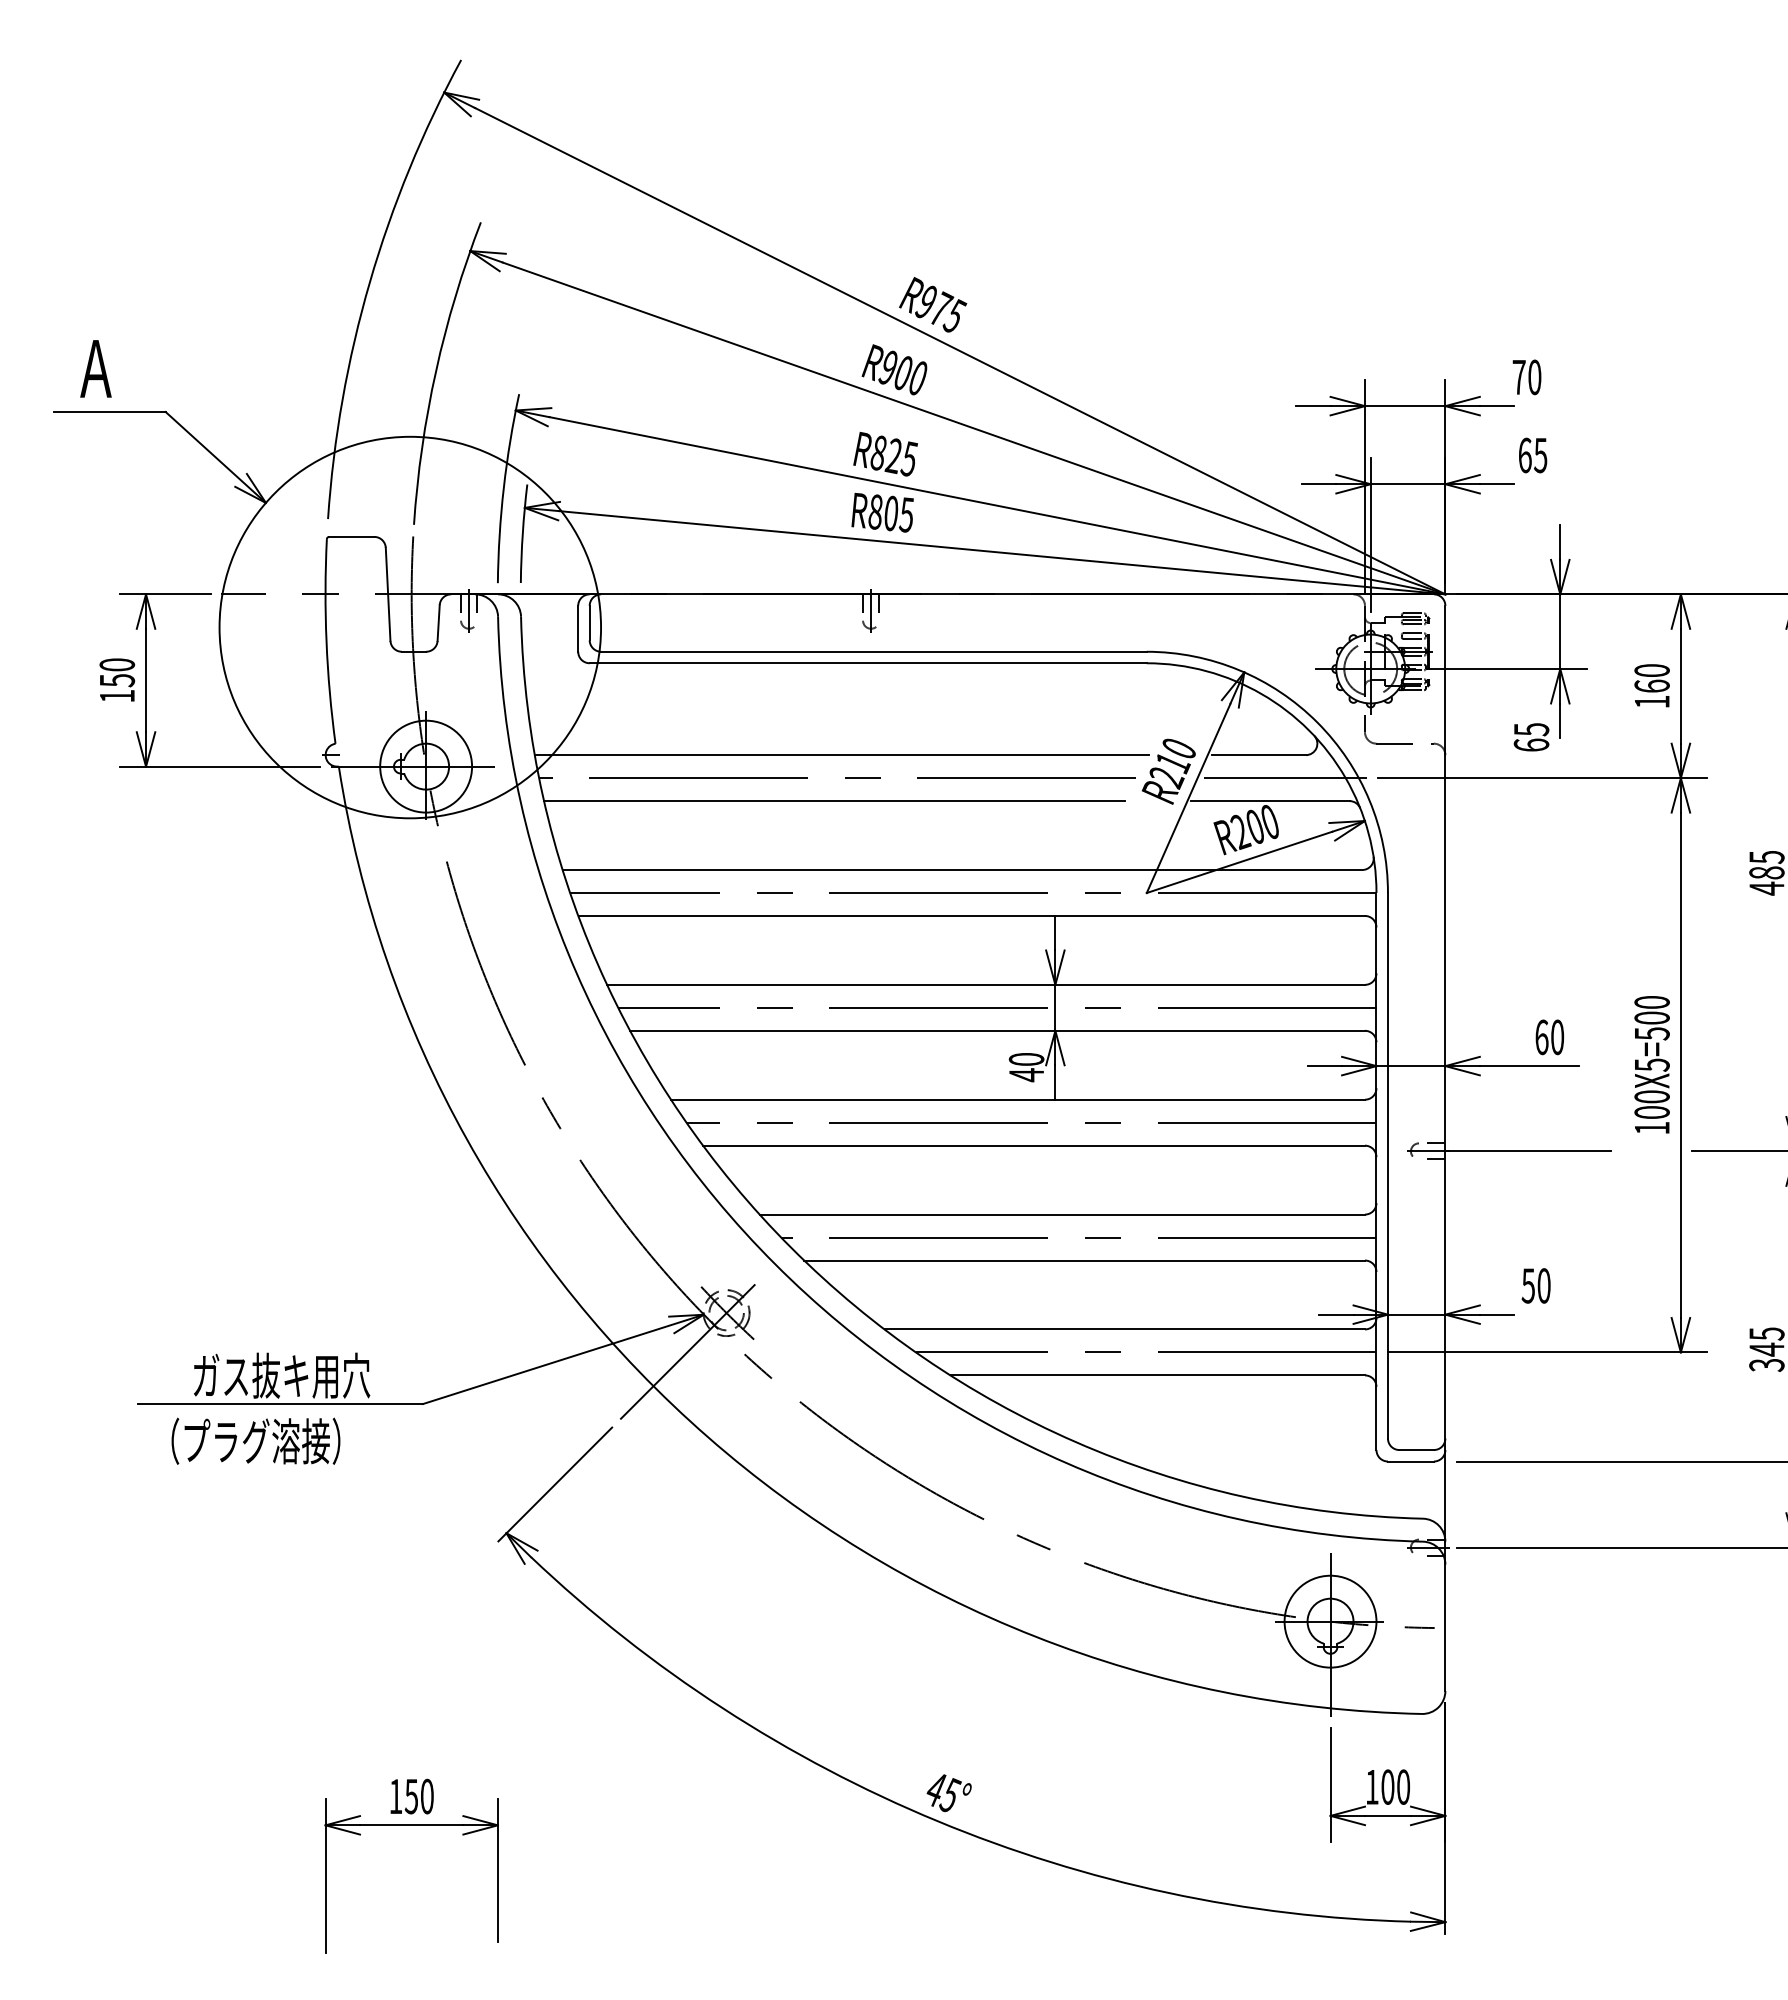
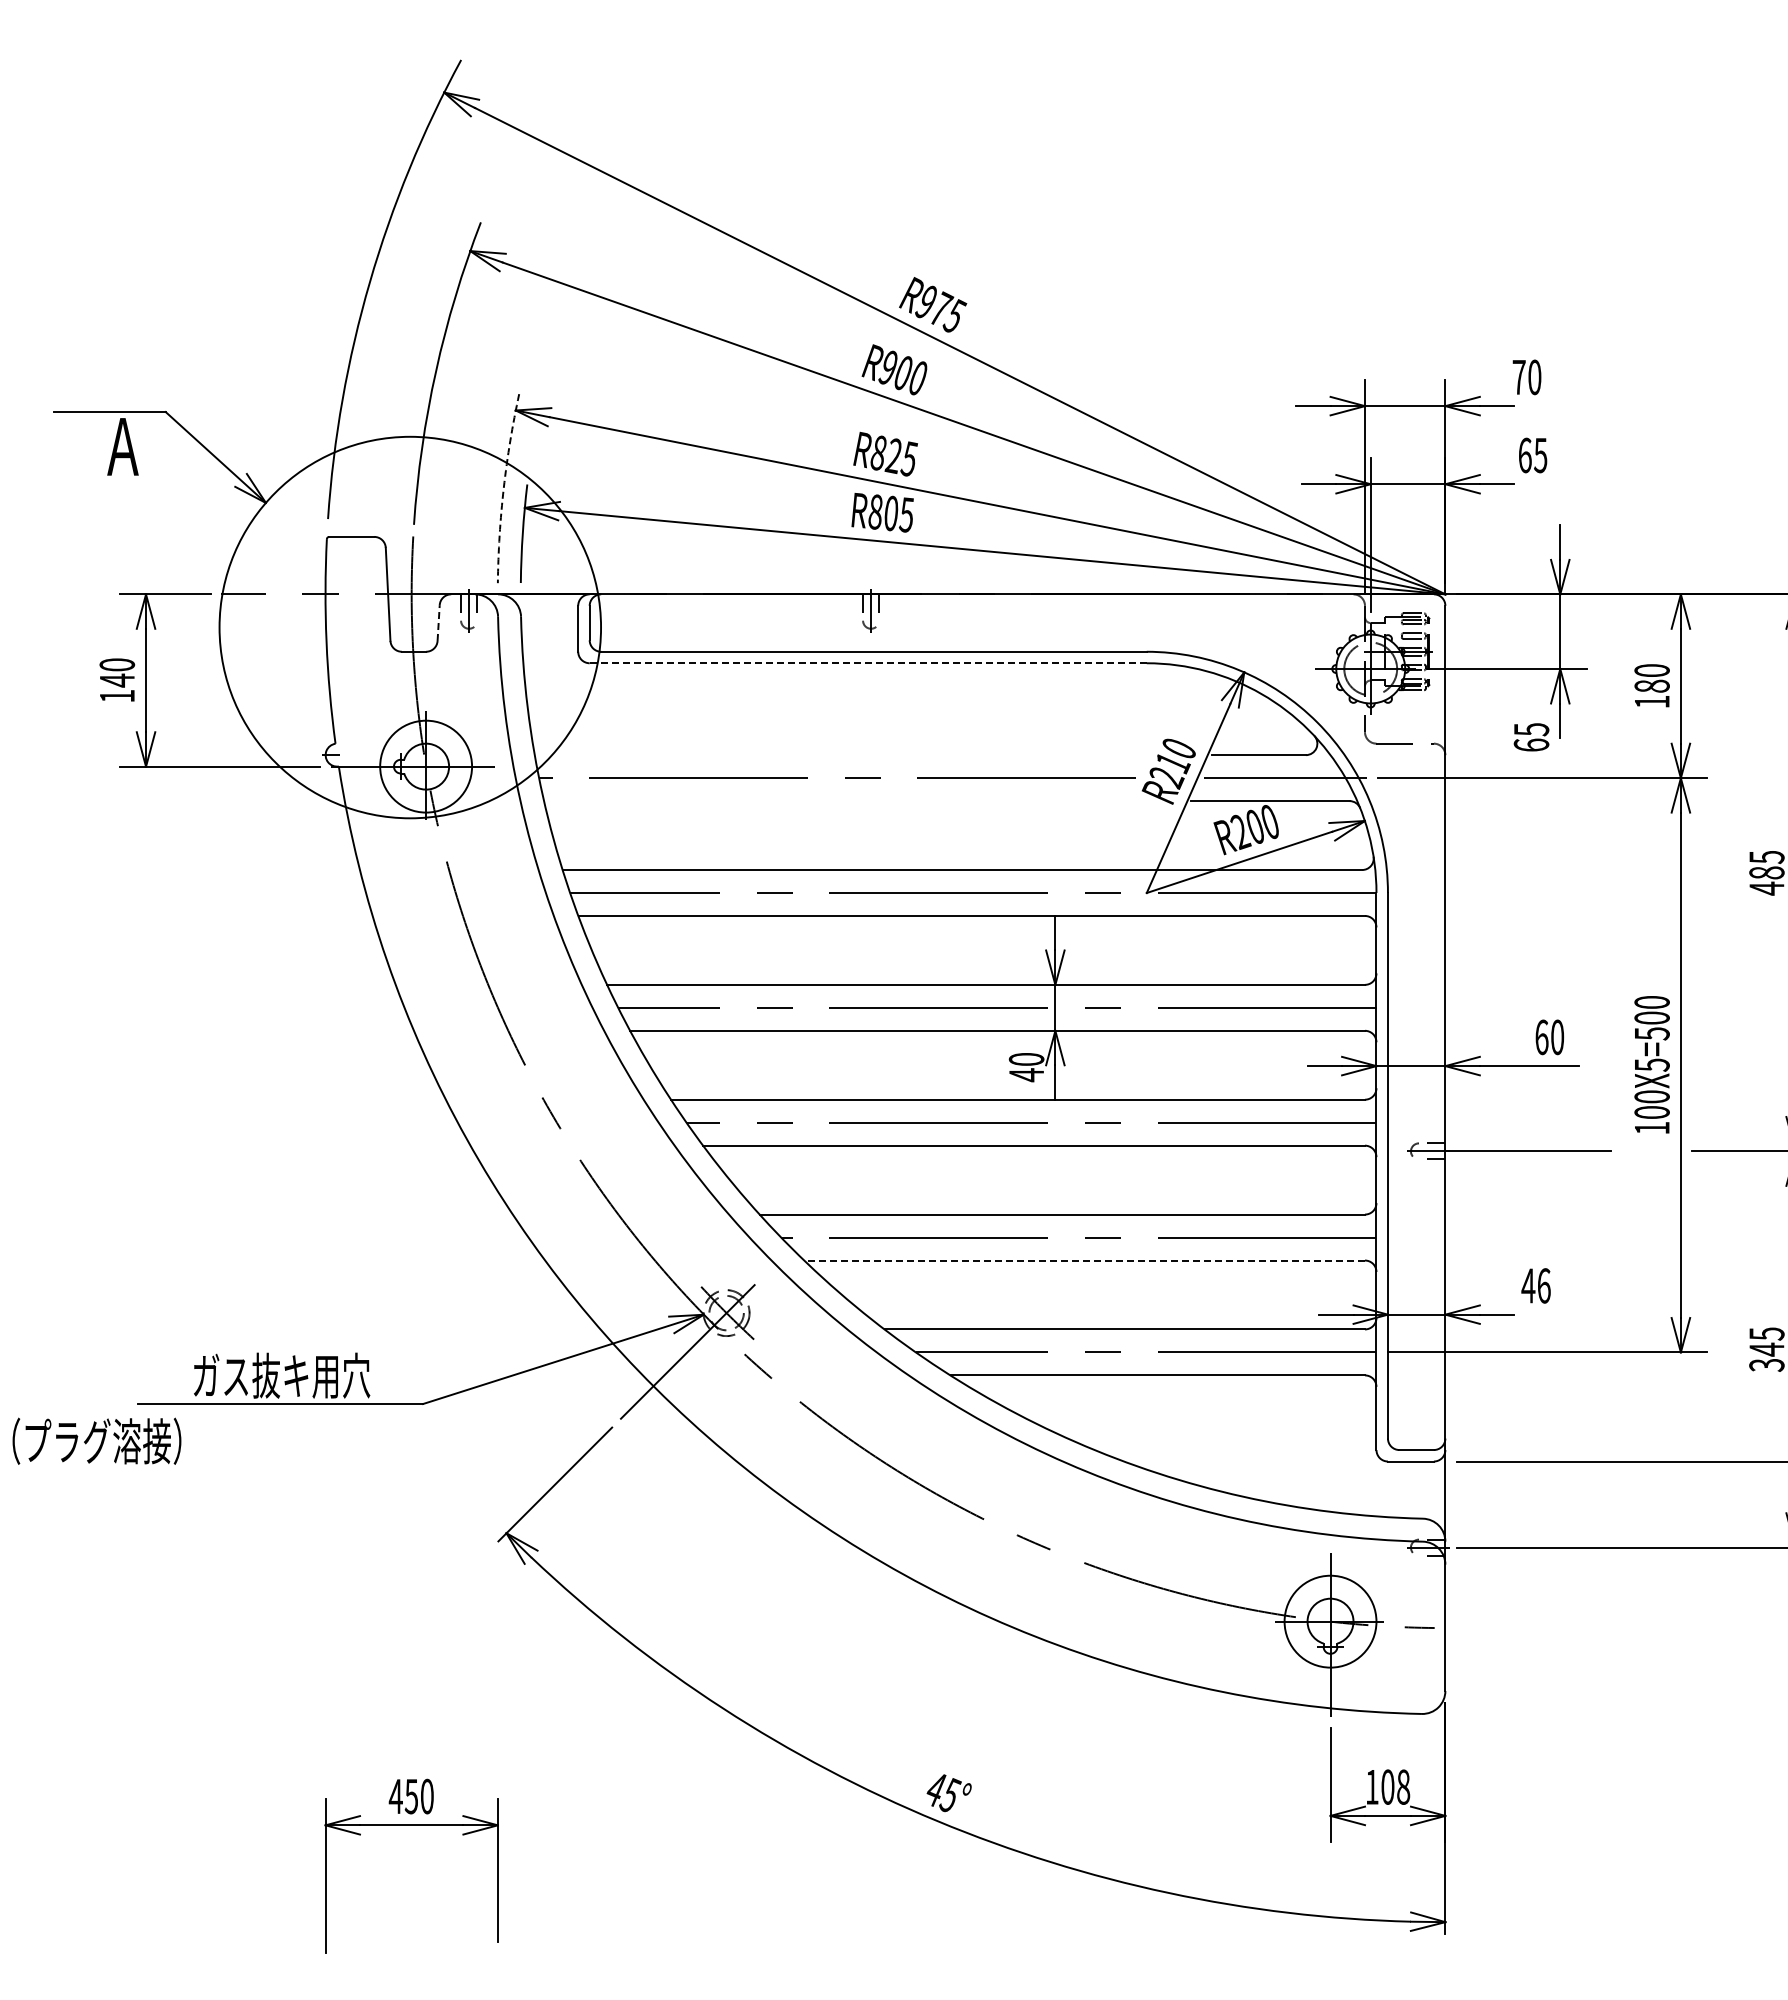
text at (95, 368) position: (95, 368) -> (122, 446)
arc at (503, 488): solid -> dashed
line at (438, 623): solid -> dashed
line at (868, 663): solid -> dashed
text at (117, 680): 150 -> 140
text at (1651, 685): 160 -> 180
line at (841, 755): present -> none
line at (834, 801): present -> none
line at (1084, 1260): solid -> dashed
text at (1535, 1285): 50 -> 46
text at (255, 1440) position: (255, 1440) -> (96, 1440)
text at (1403, 1786): 100 -> 108
text at (395, 1796): 150 -> 450
